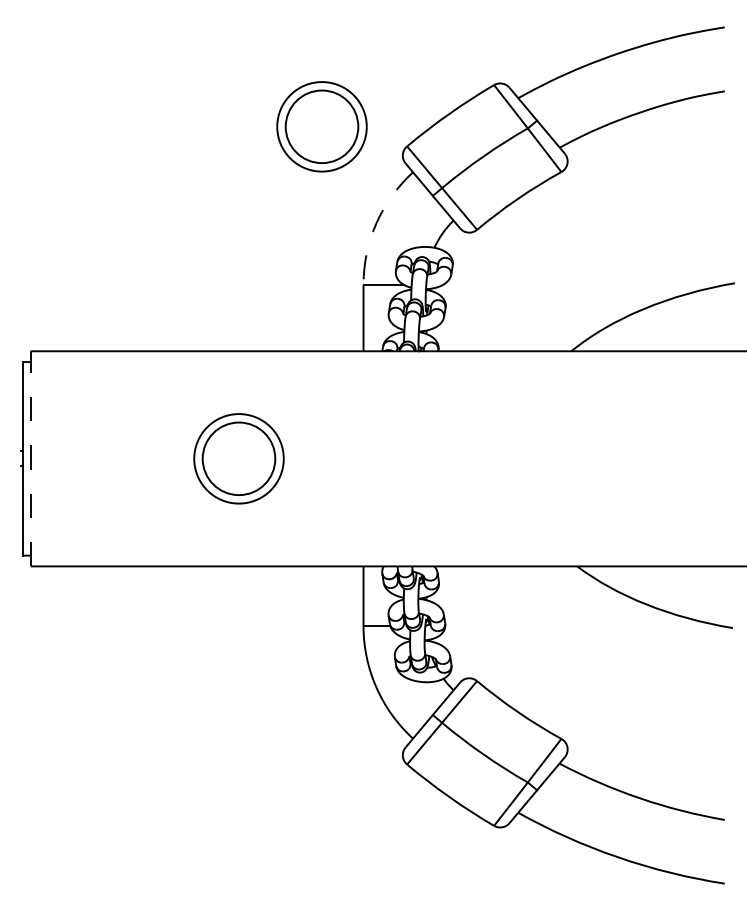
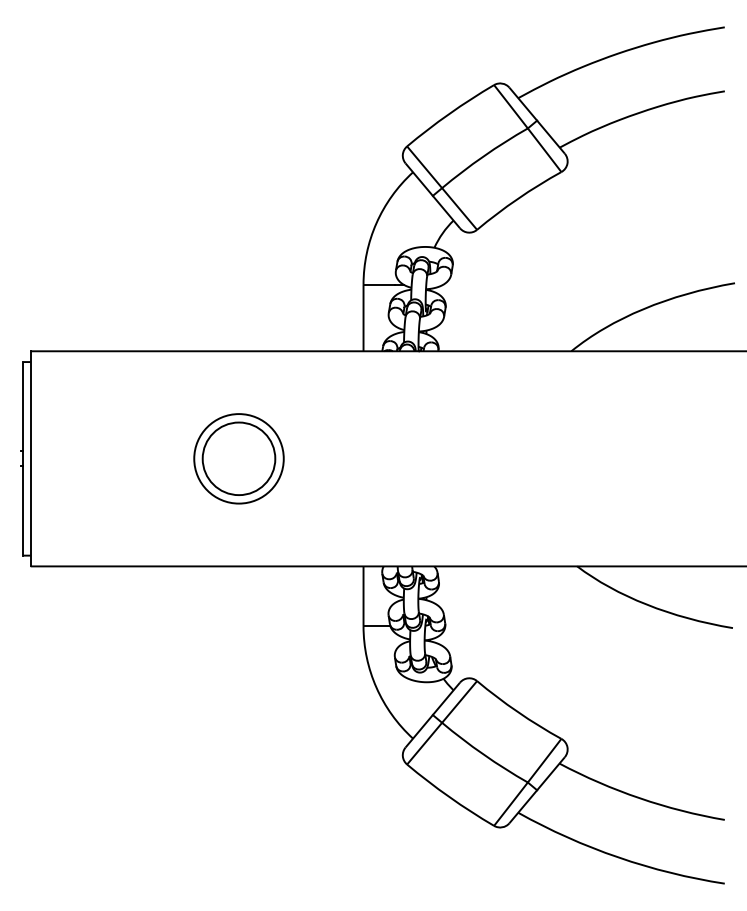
part at (321, 126): present -> none
arc at (376, 223): dashed -> solid
line at (30, 458): dashed -> solid
